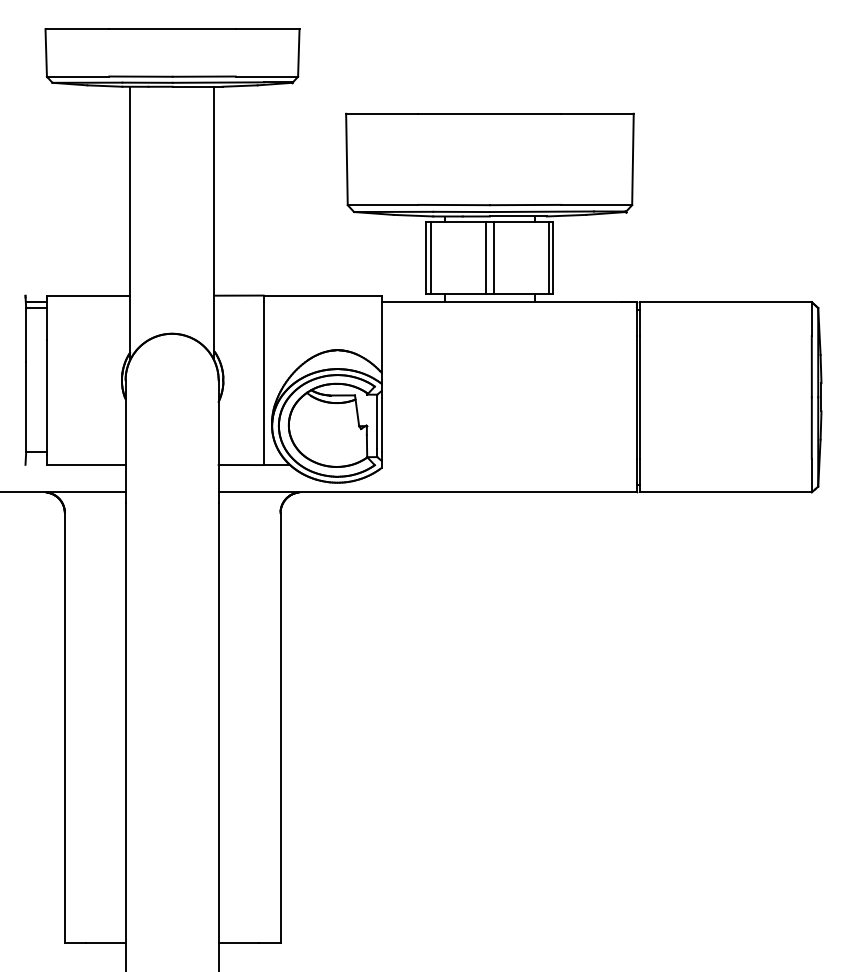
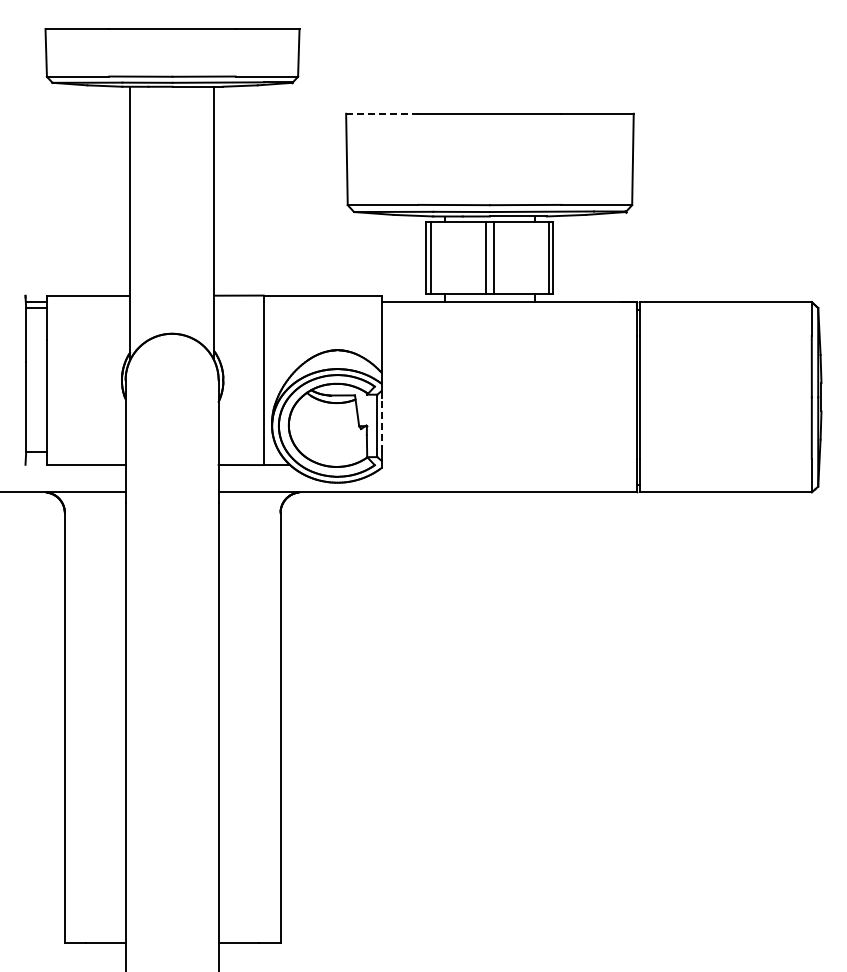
line at (382, 113): solid -> dashed
line at (381, 424): solid -> dashed
